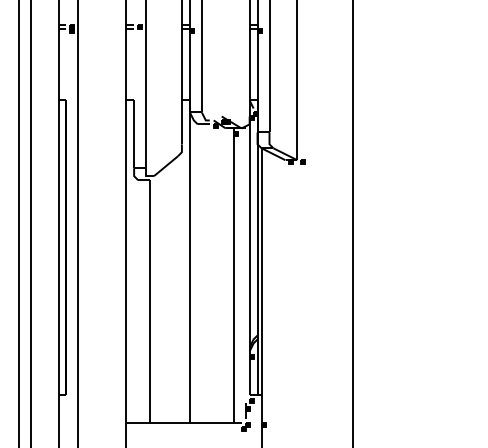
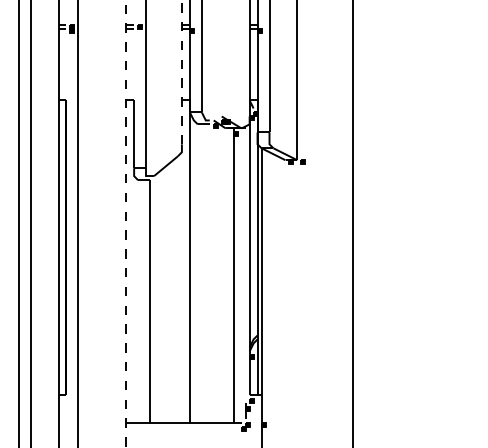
line at (181, 72): solid -> dashed
line at (126, 224): solid -> dashed
